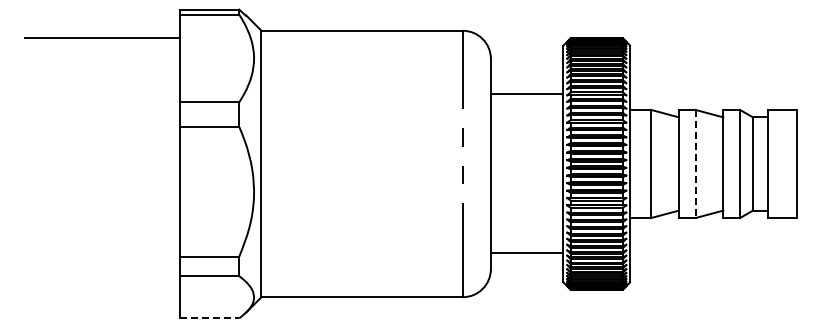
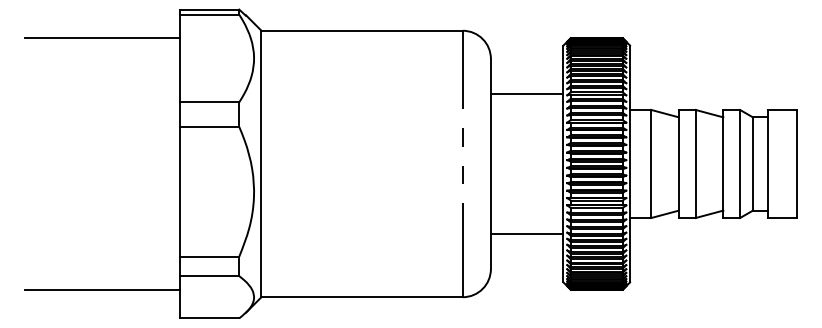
line at (695, 164): dashed -> solid
line at (526, 253) position: (526, 253) -> (526, 234)
line at (102, 289): none -> present
line at (209, 318): dashed -> solid
